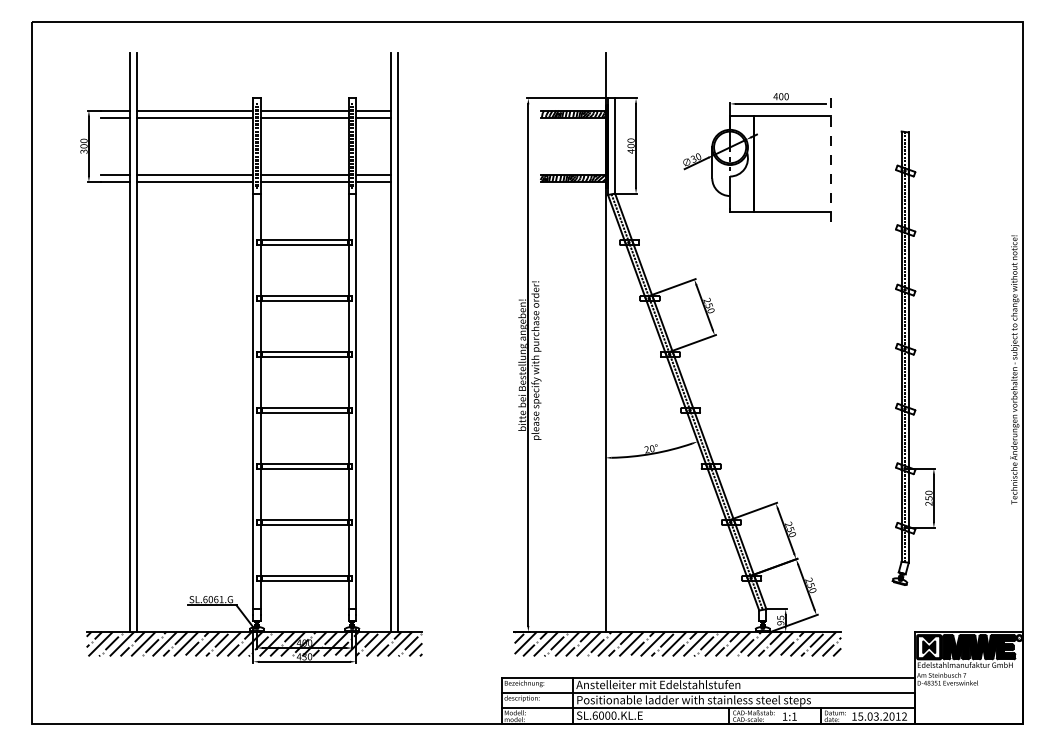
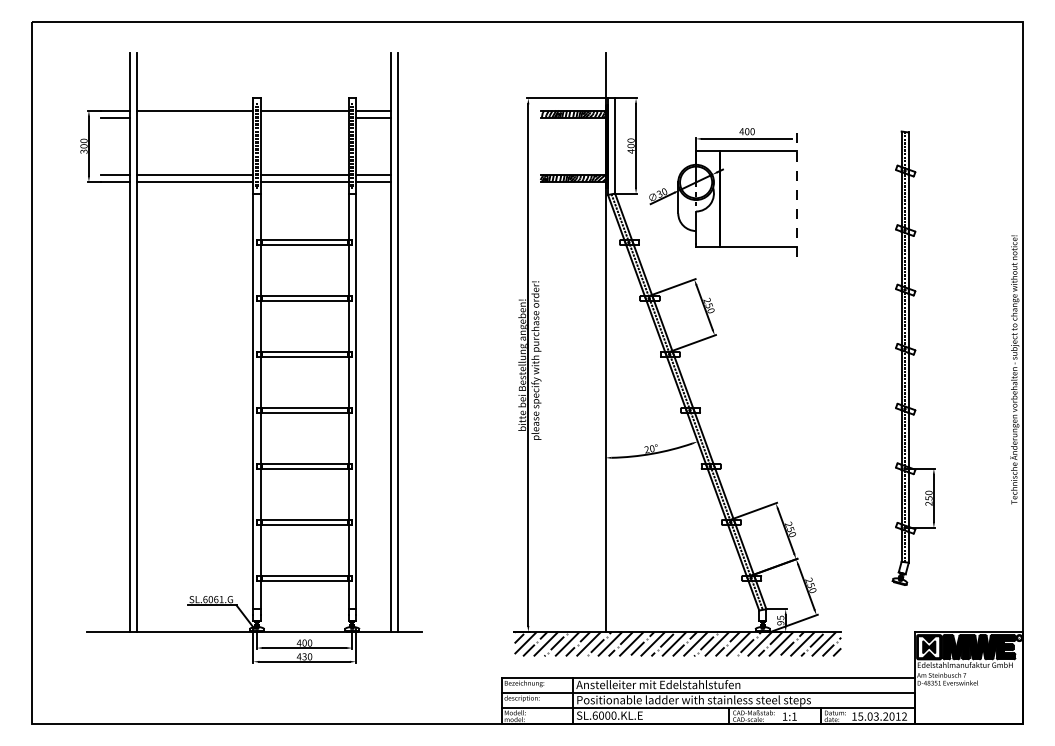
line at (195, 117): present -> none
line at (304, 117): present -> none
part at (757, 157) position: (757, 157) -> (723, 192)
hatch at (254, 643): present -> none
